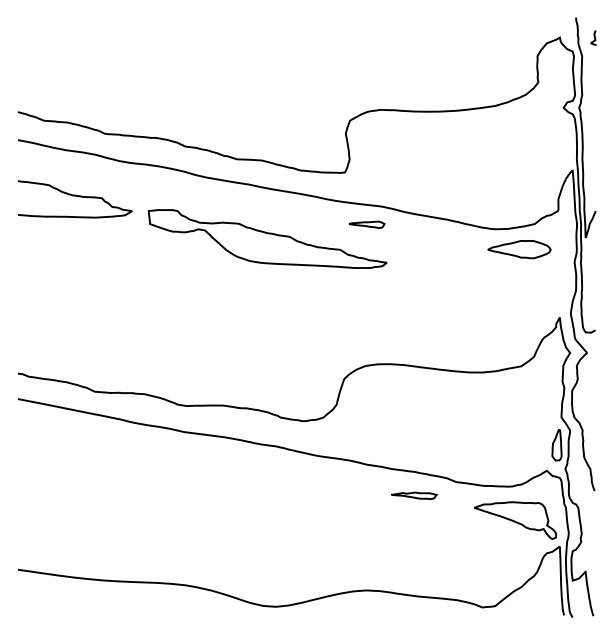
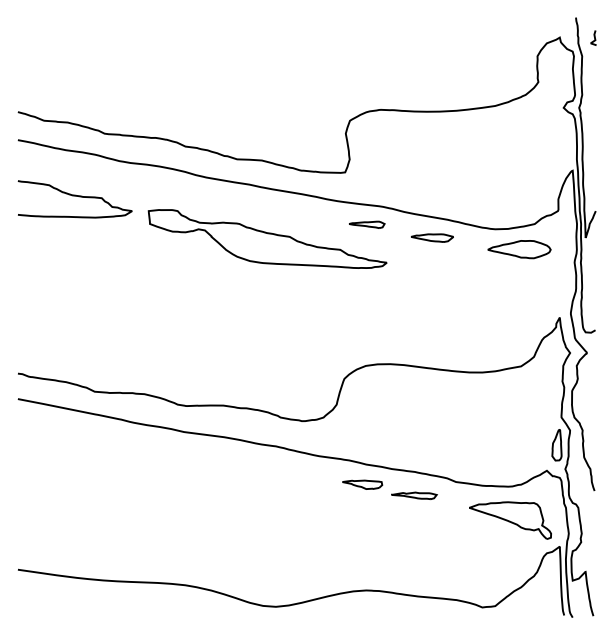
part at (431, 237): none -> present
part at (362, 484): none -> present
part at (515, 520) position: (515, 520) -> (510, 520)
